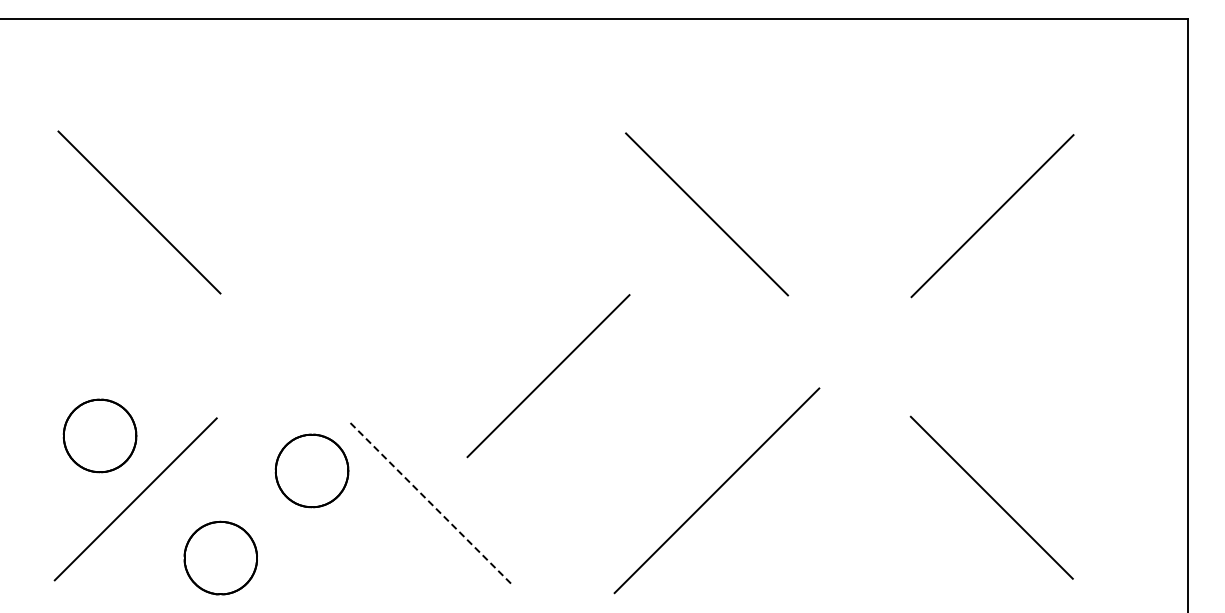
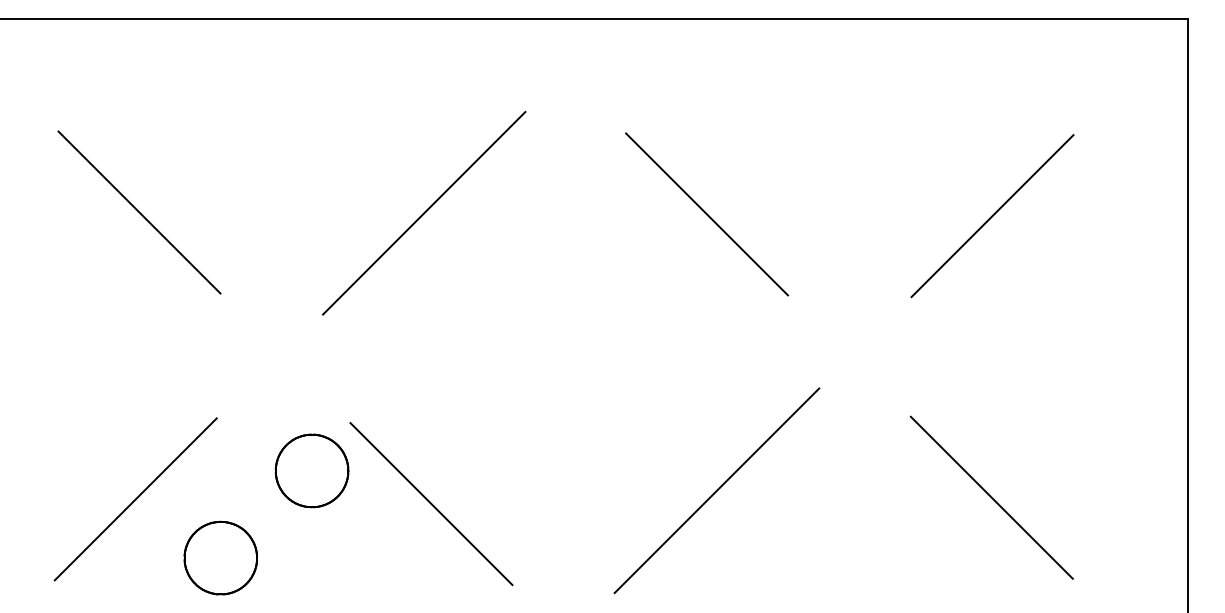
line at (424, 213): none -> present
line at (548, 376): present -> none
part at (99, 435): present -> none
line at (431, 504): dashed -> solid
